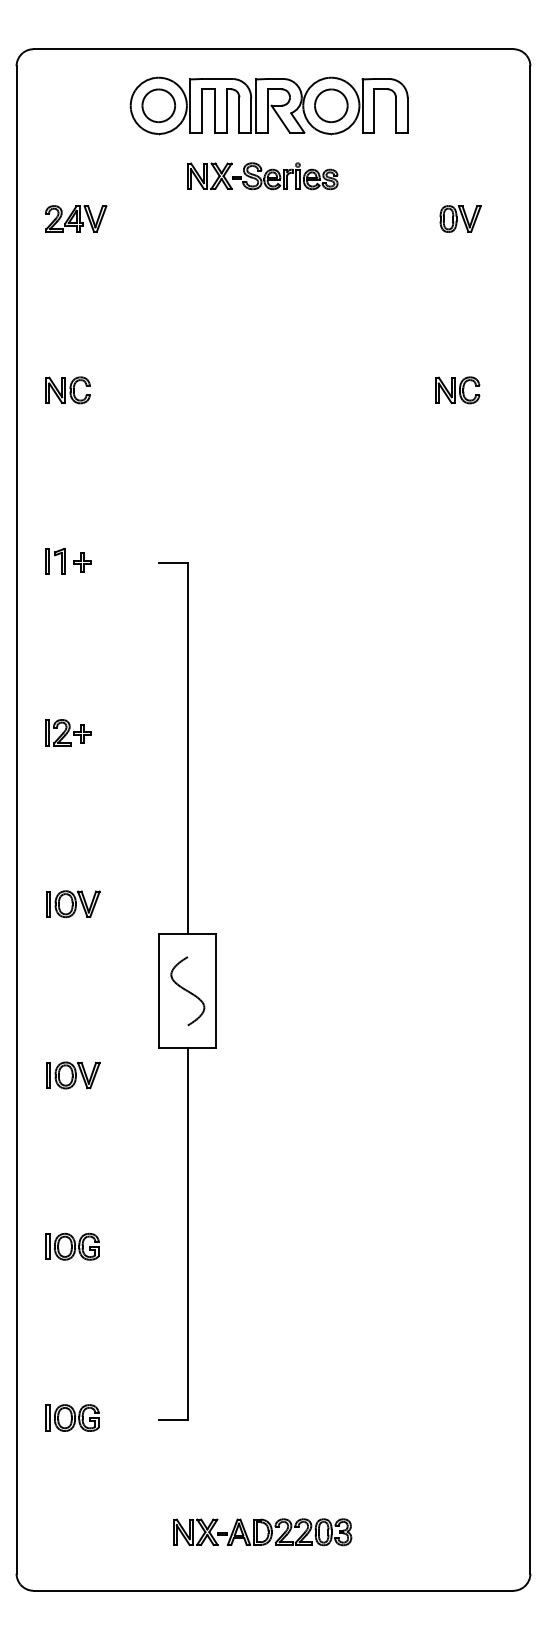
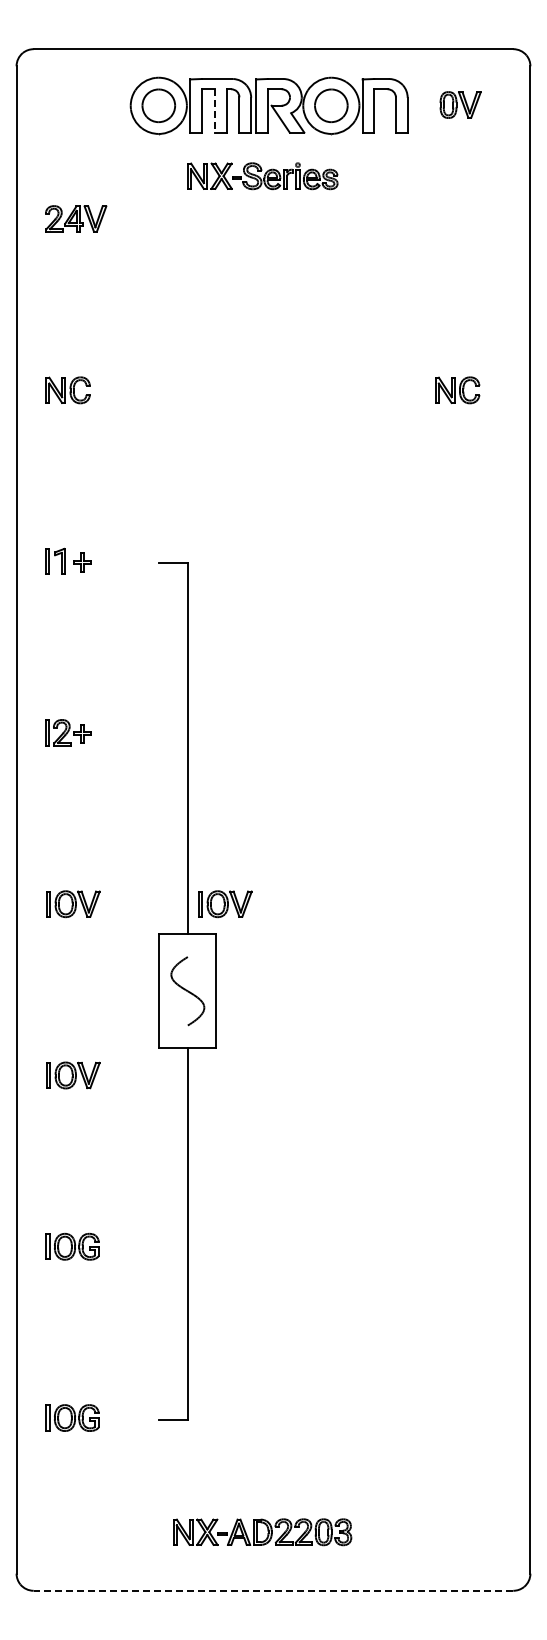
line at (214, 110): solid -> dashed
part at (460, 218) position: (460, 218) -> (460, 104)
part at (225, 904): none -> present
line at (273, 1590): solid -> dashed
